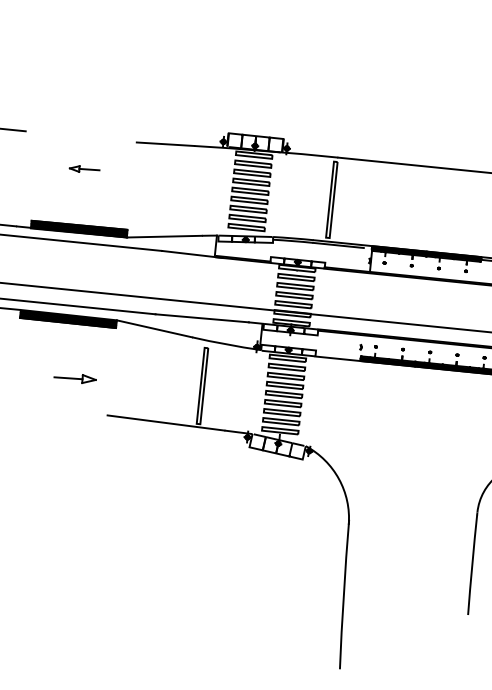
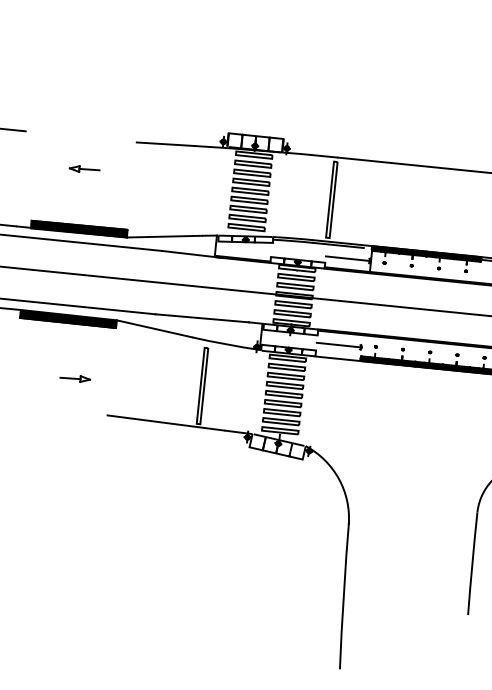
line at (347, 258): none -> present
line at (245, 307) position: (245, 307) -> (245, 290)
line at (338, 344): none -> present
part at (74, 378) size: 44x10 px -> 33x8 px
